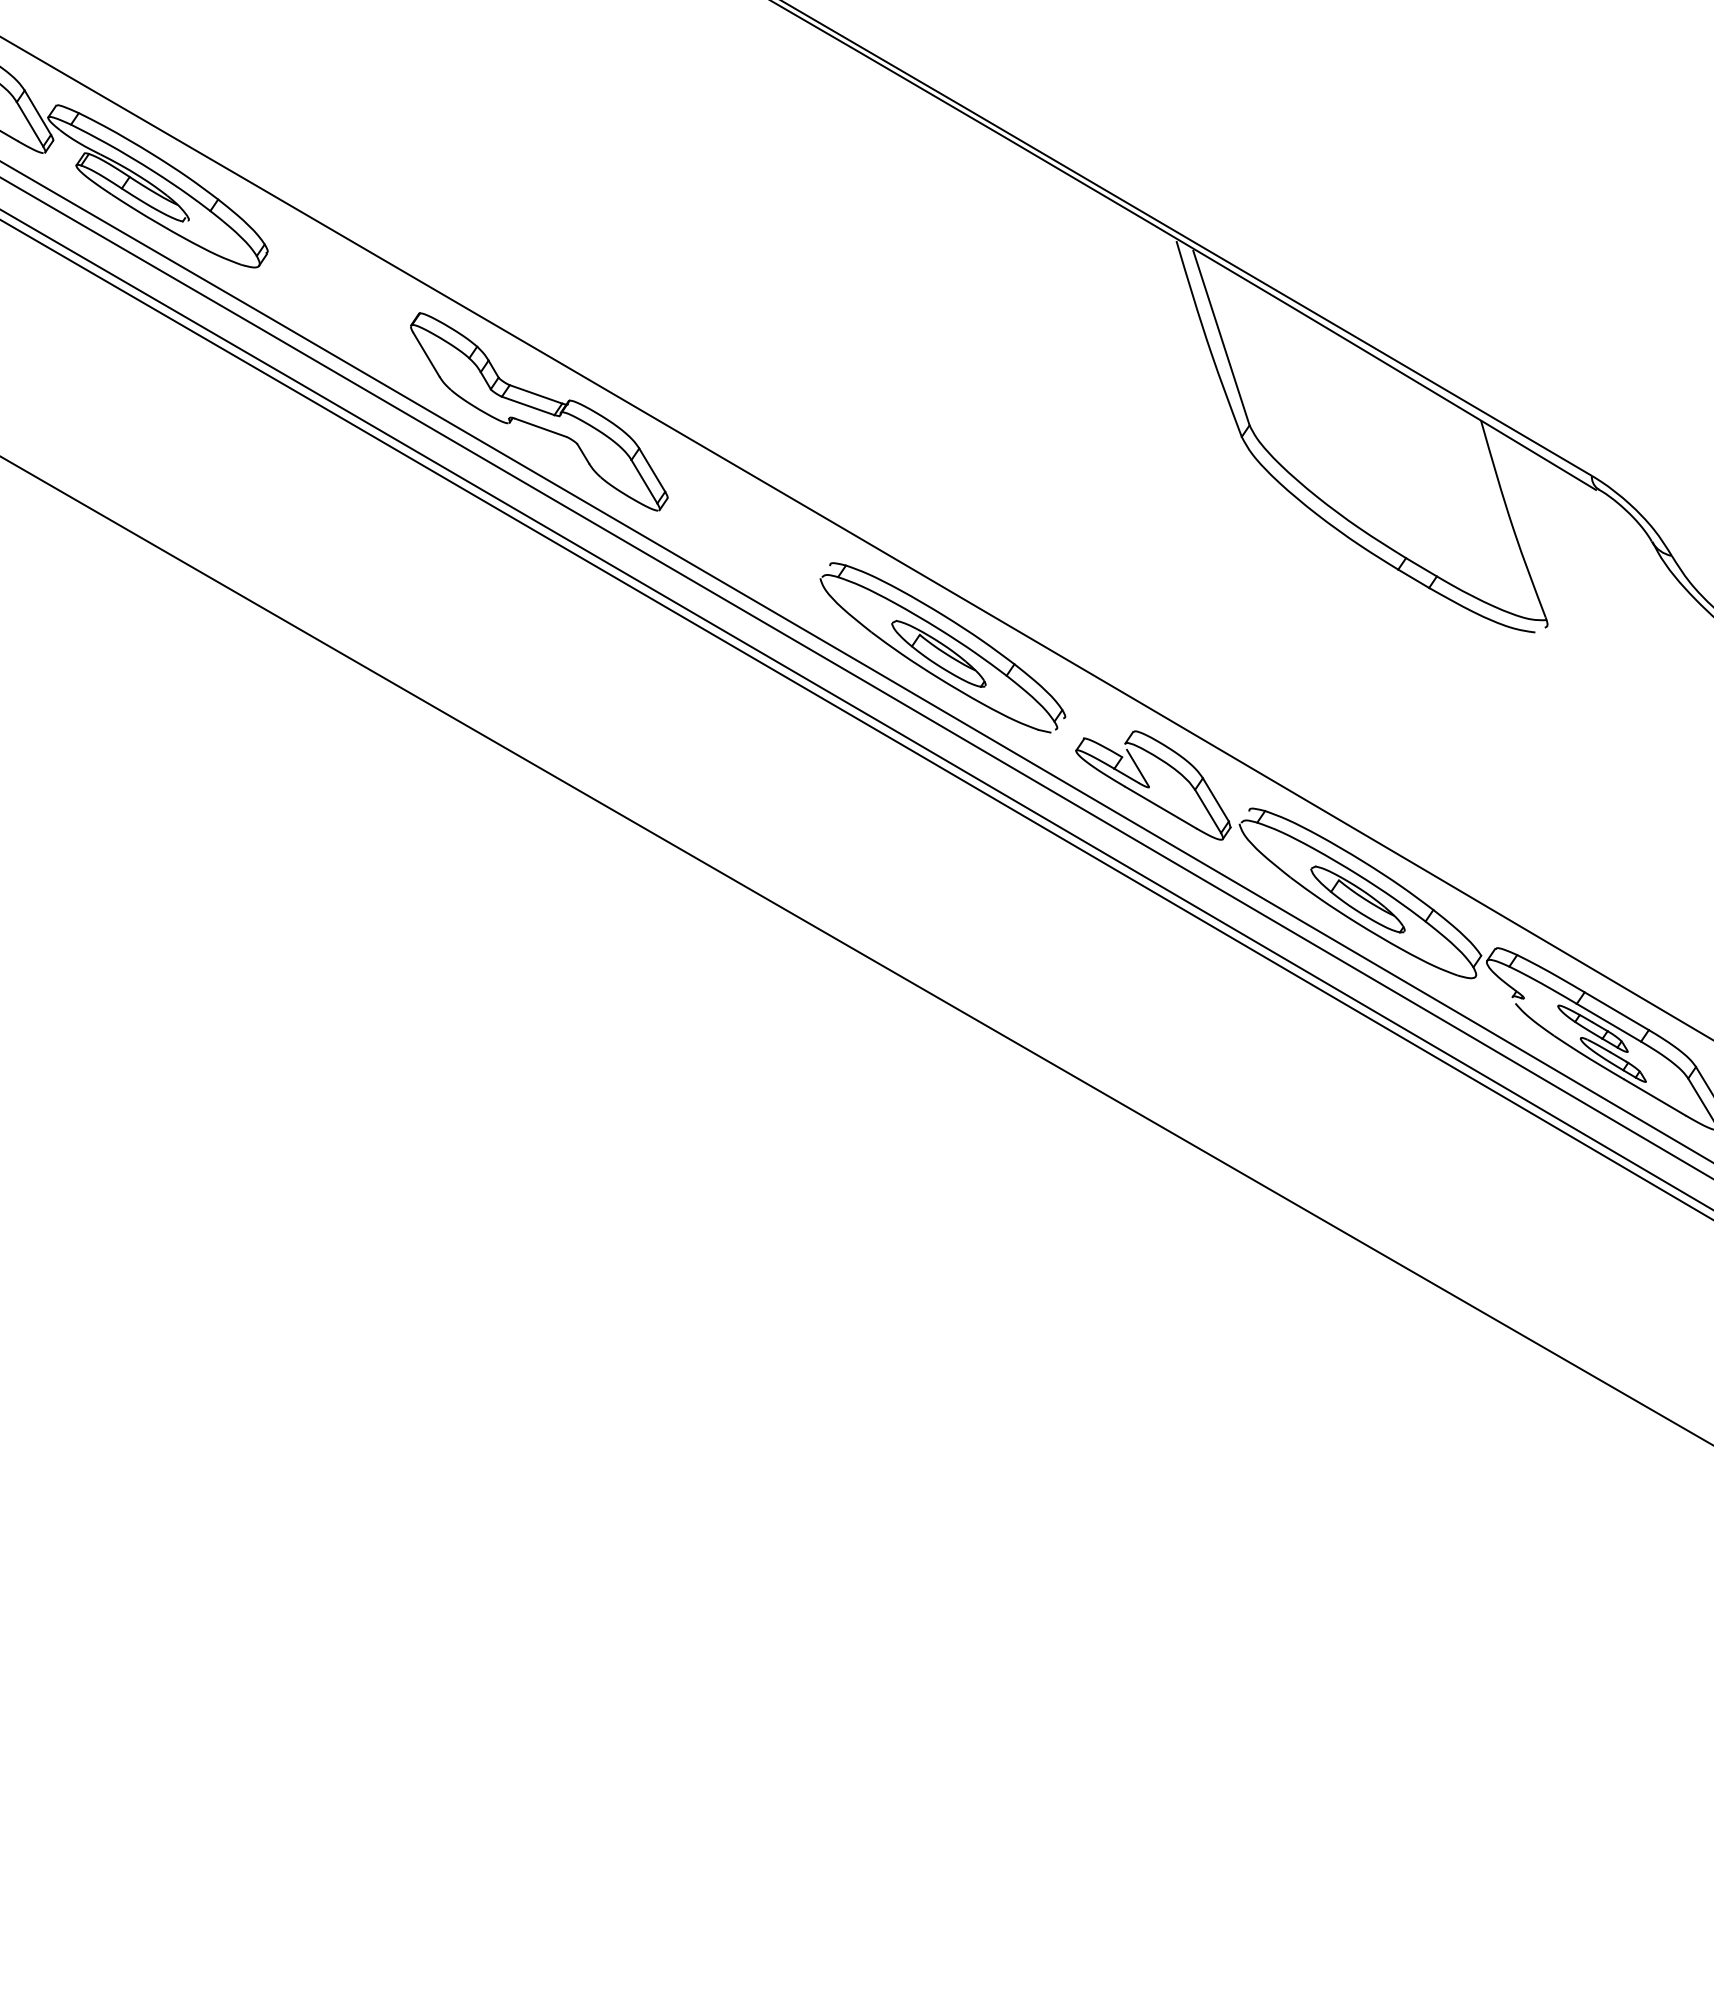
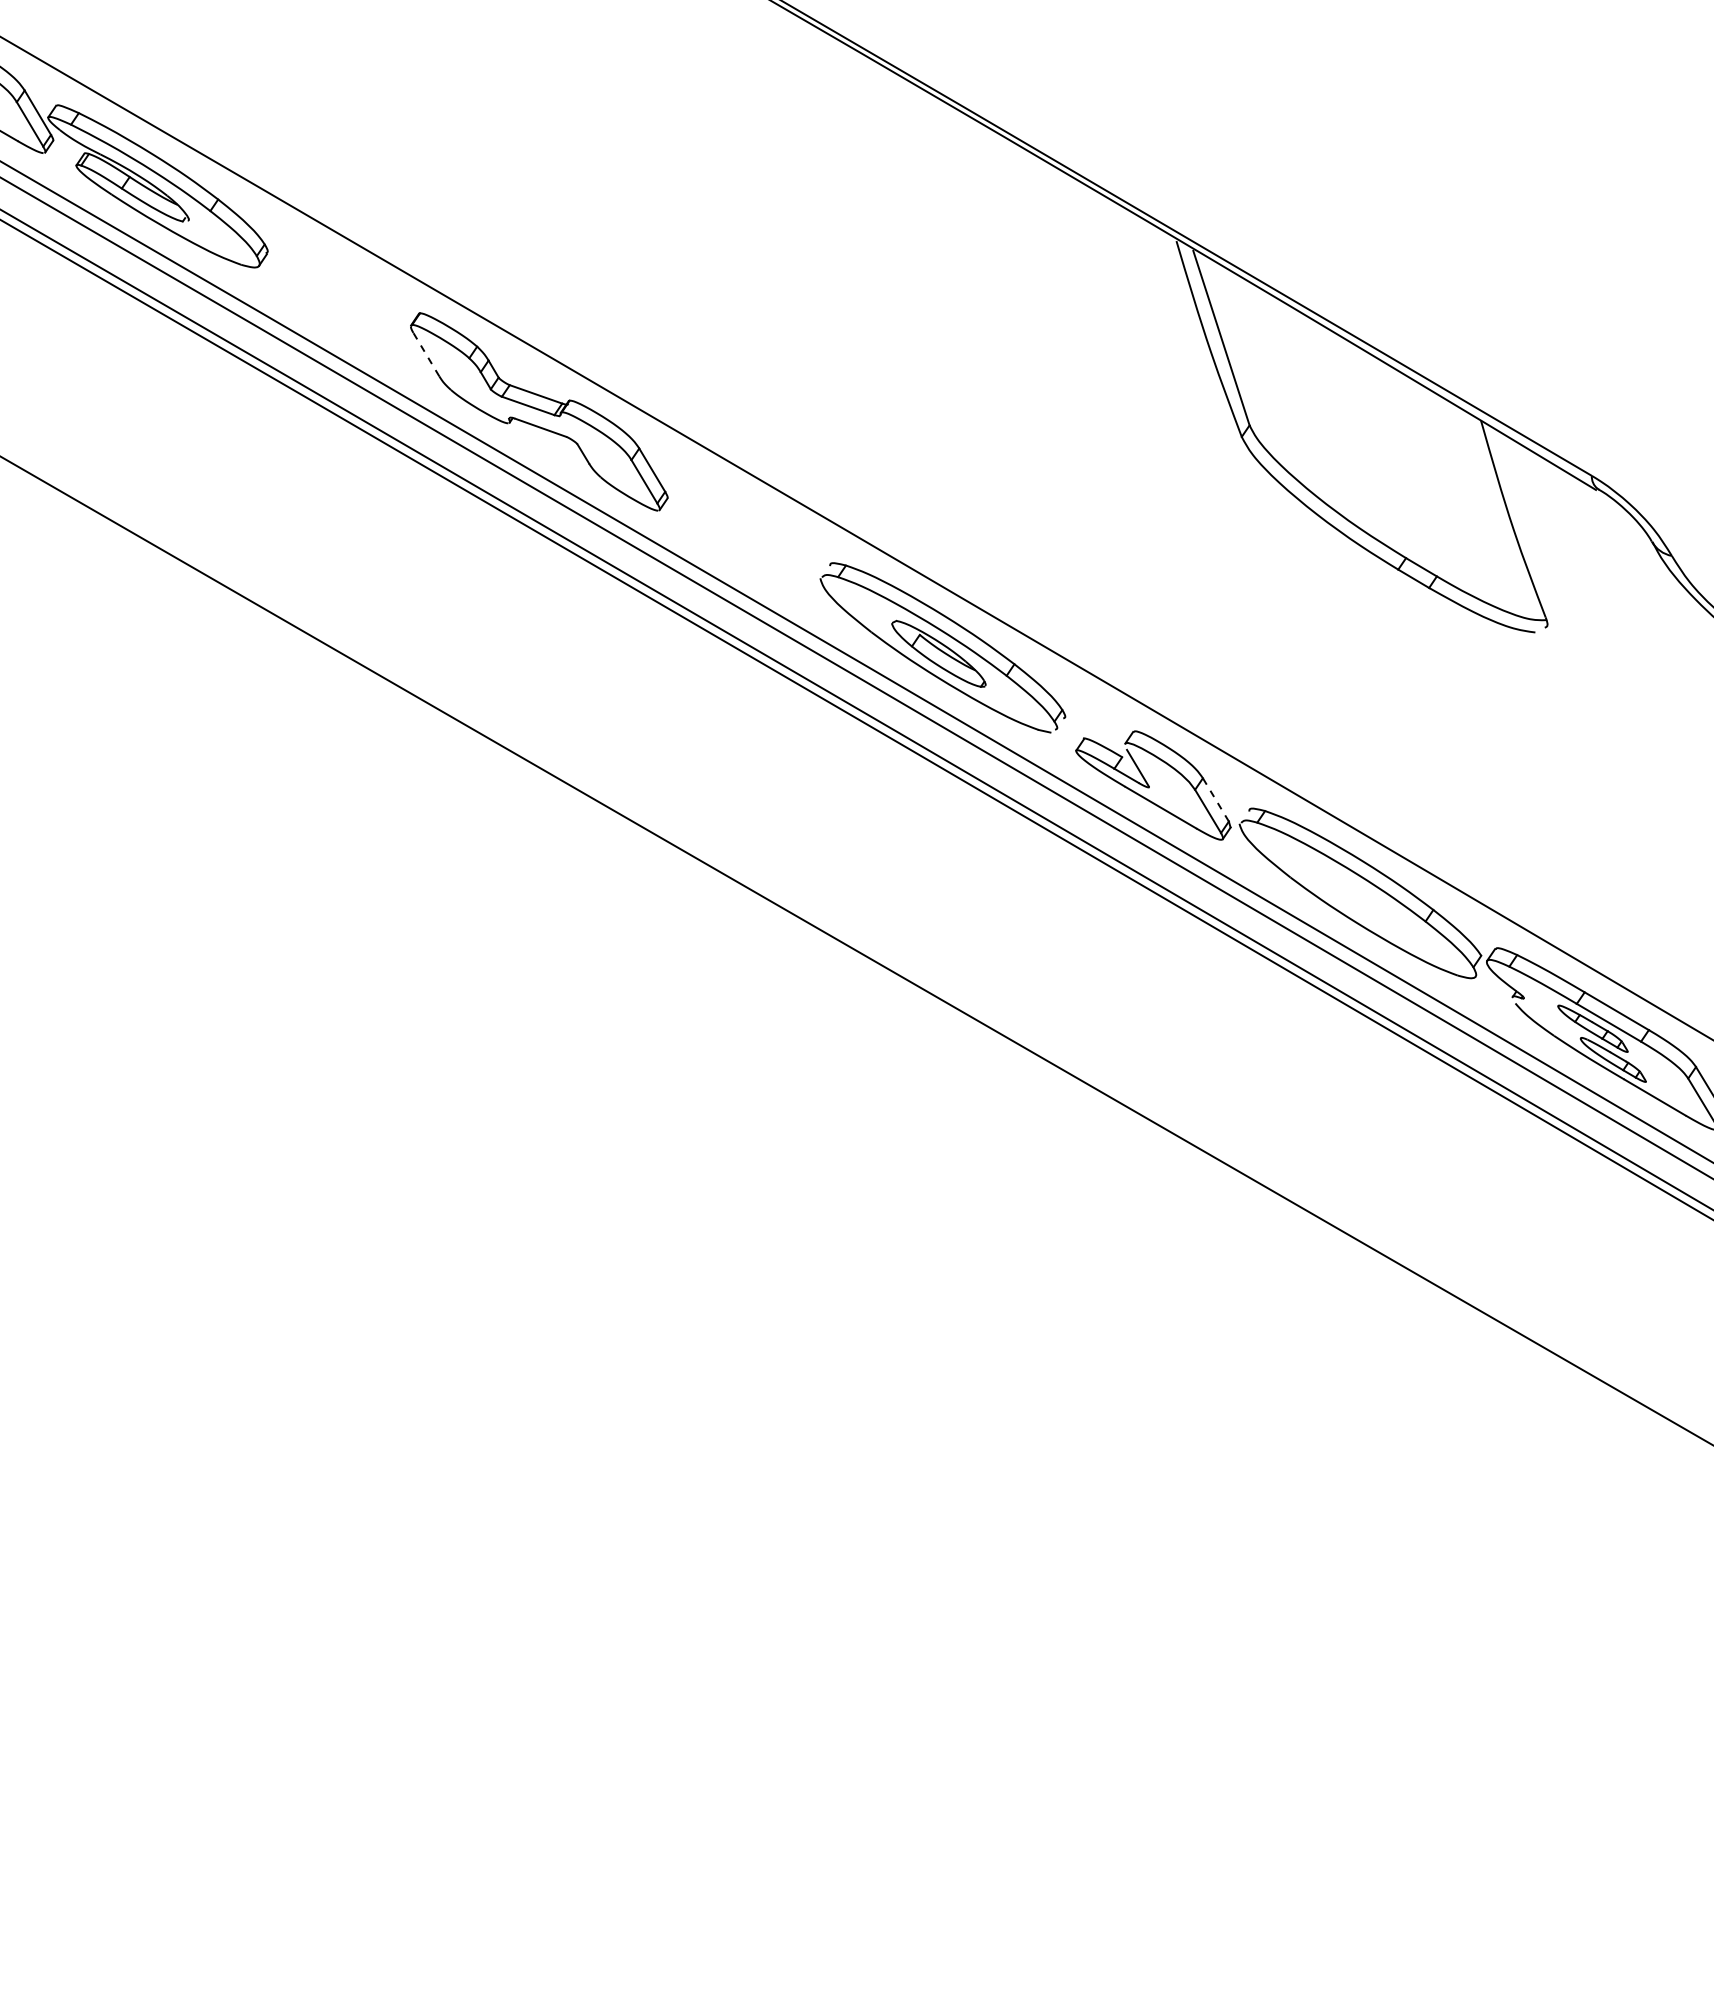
line at (426, 354): solid -> dashed
line at (1215, 799): solid -> dashed
part at (1357, 899): present -> none
